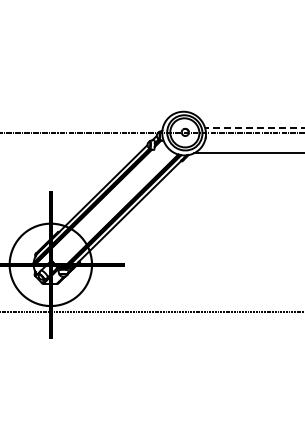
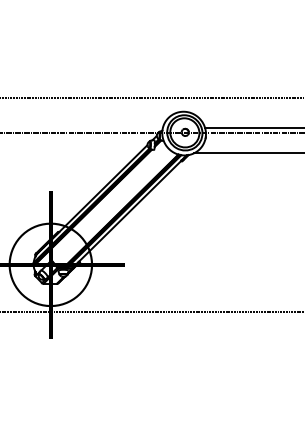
line at (151, 98): none -> present
line at (254, 128): dashed -> solid
